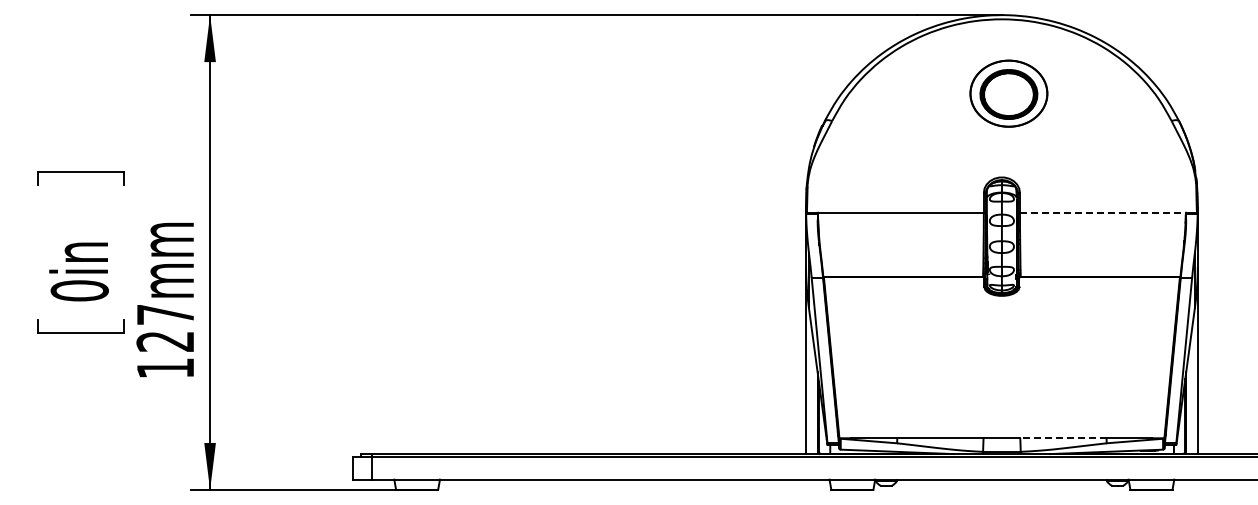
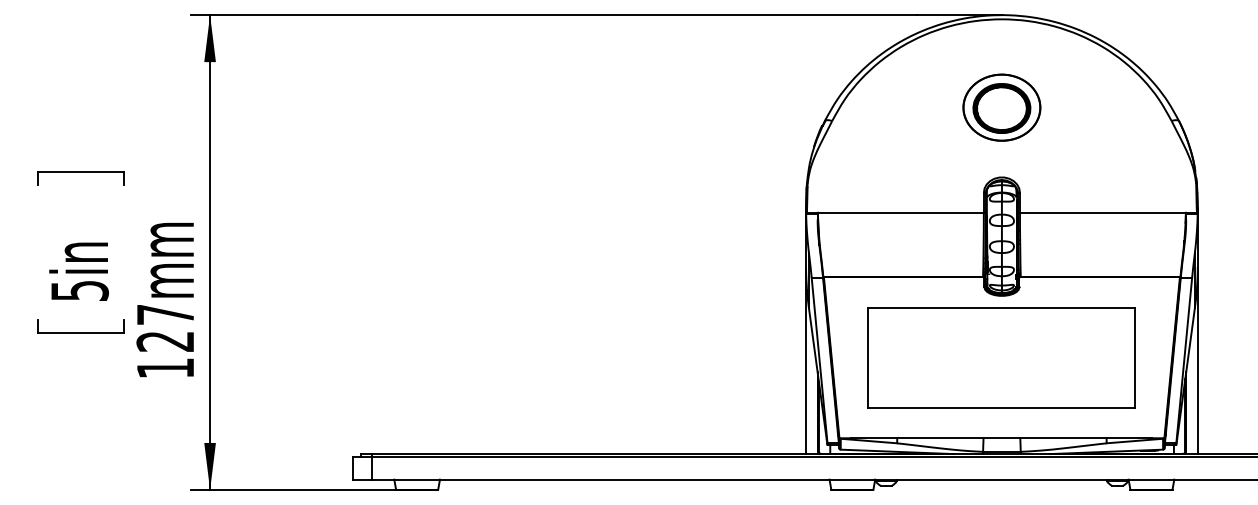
part at (1008, 93) position: (1008, 93) -> (1001, 107)
line at (1102, 212): dashed -> solid
text at (79, 290): 0in -> 5in
part at (1001, 357): none -> present
line at (1062, 438): dashed -> solid
